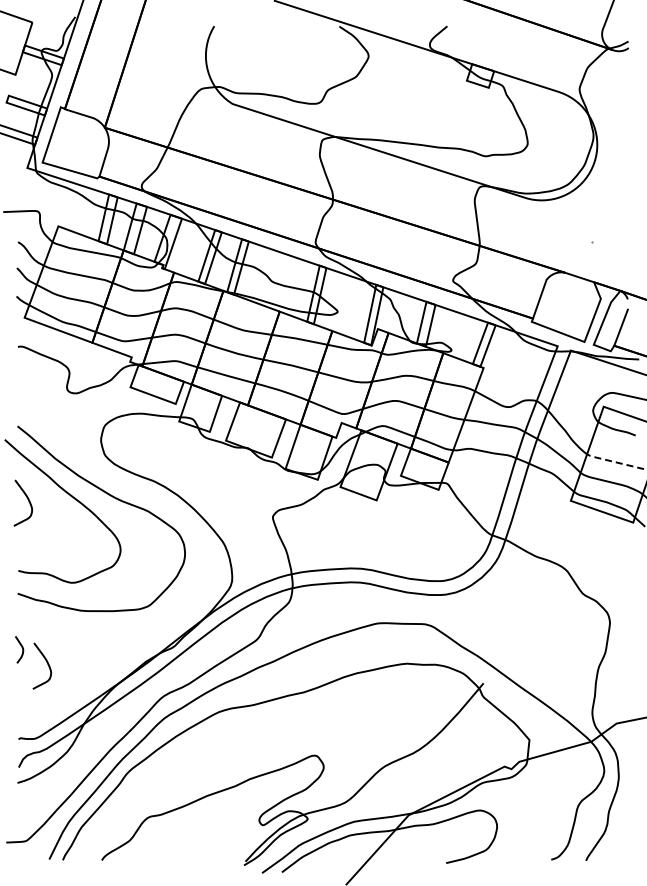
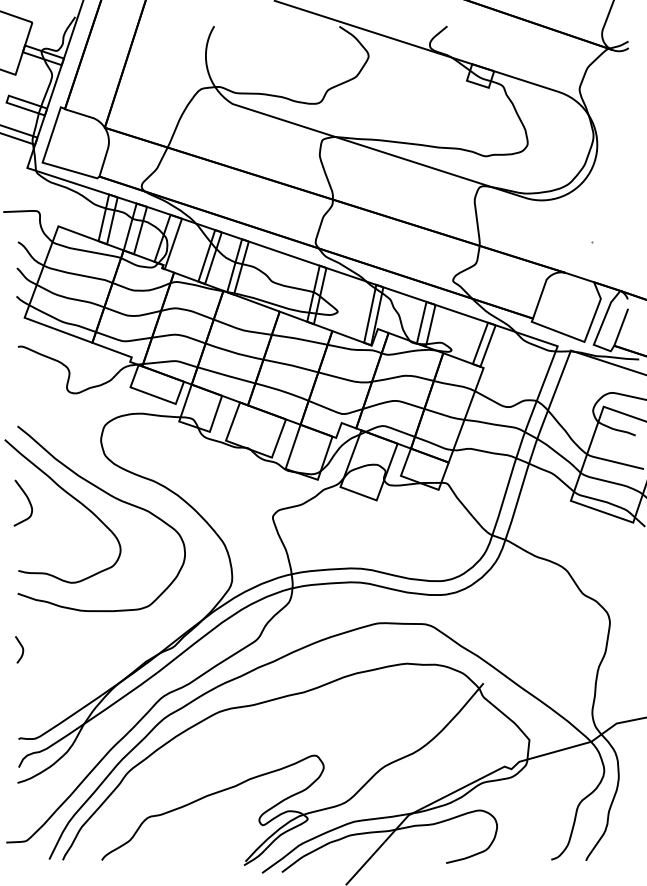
line at (613, 461): dashed -> solid
curve at (46, 662): present -> none
